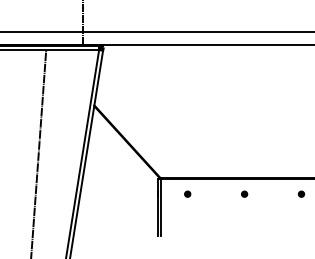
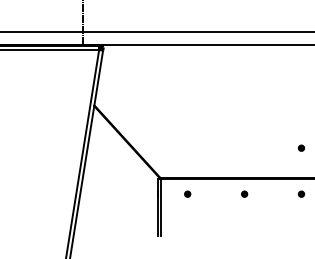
part at (301, 147): none -> present
line at (38, 152): present -> none
